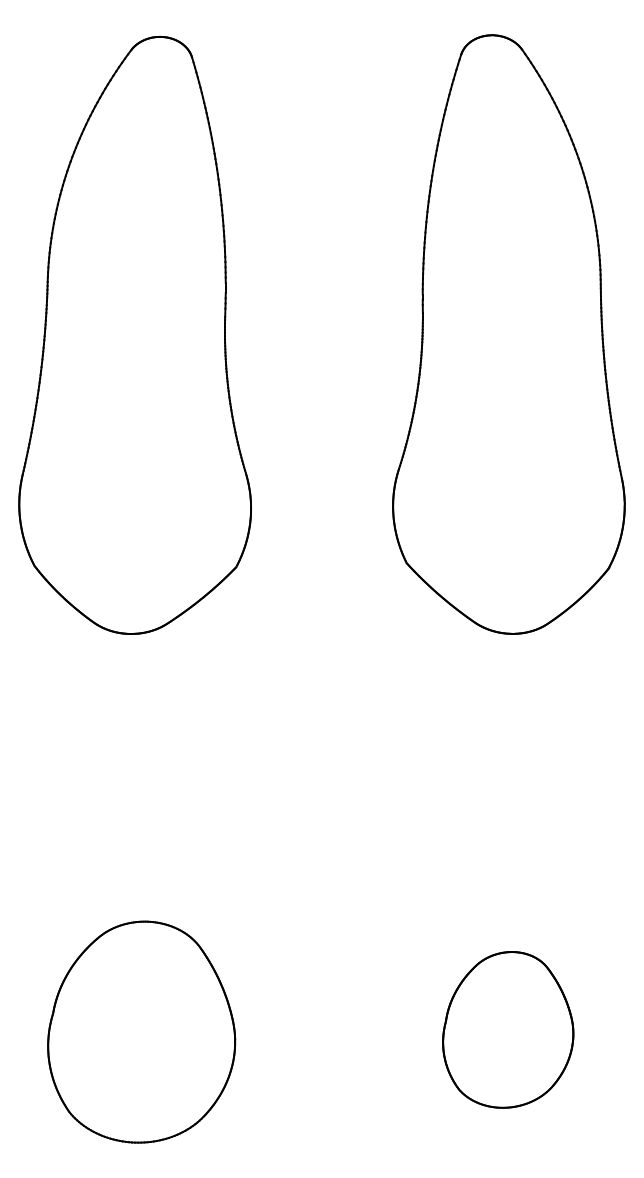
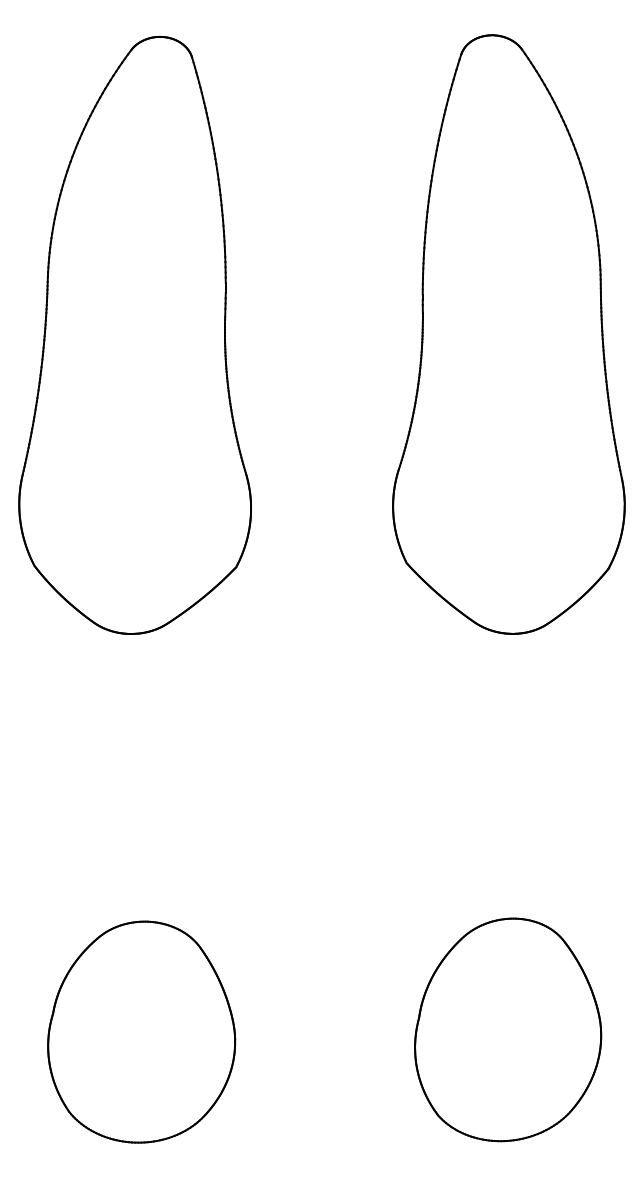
part at (508, 1029) size: 133x158 px -> 189x226 px
